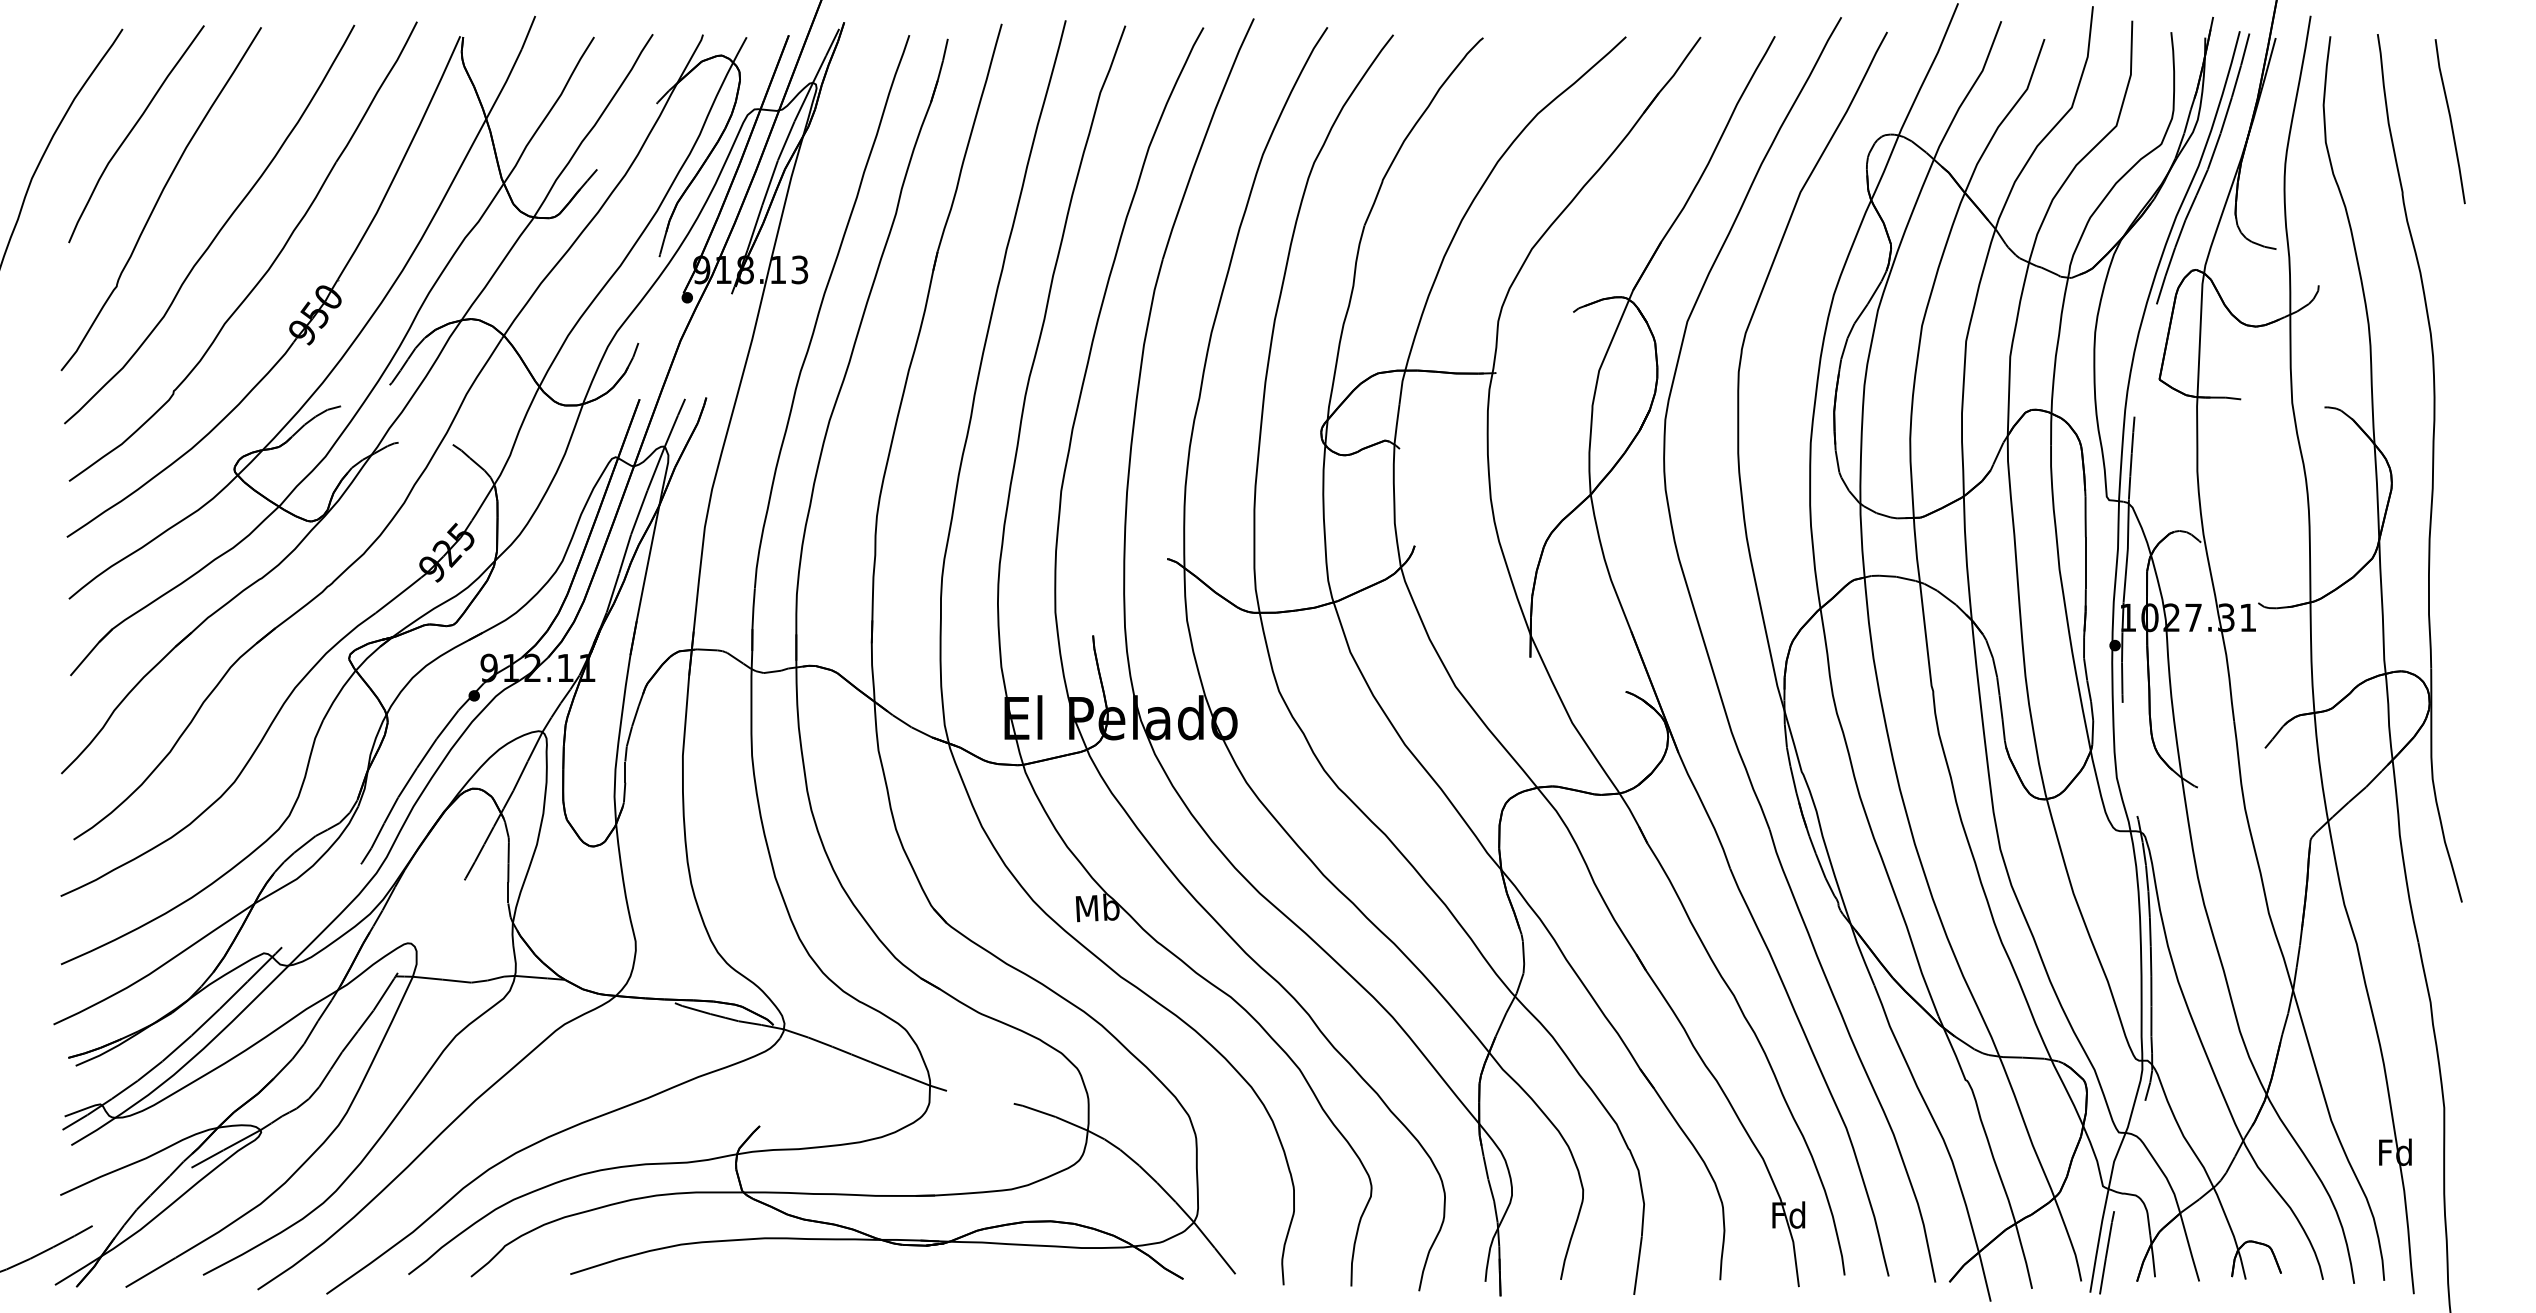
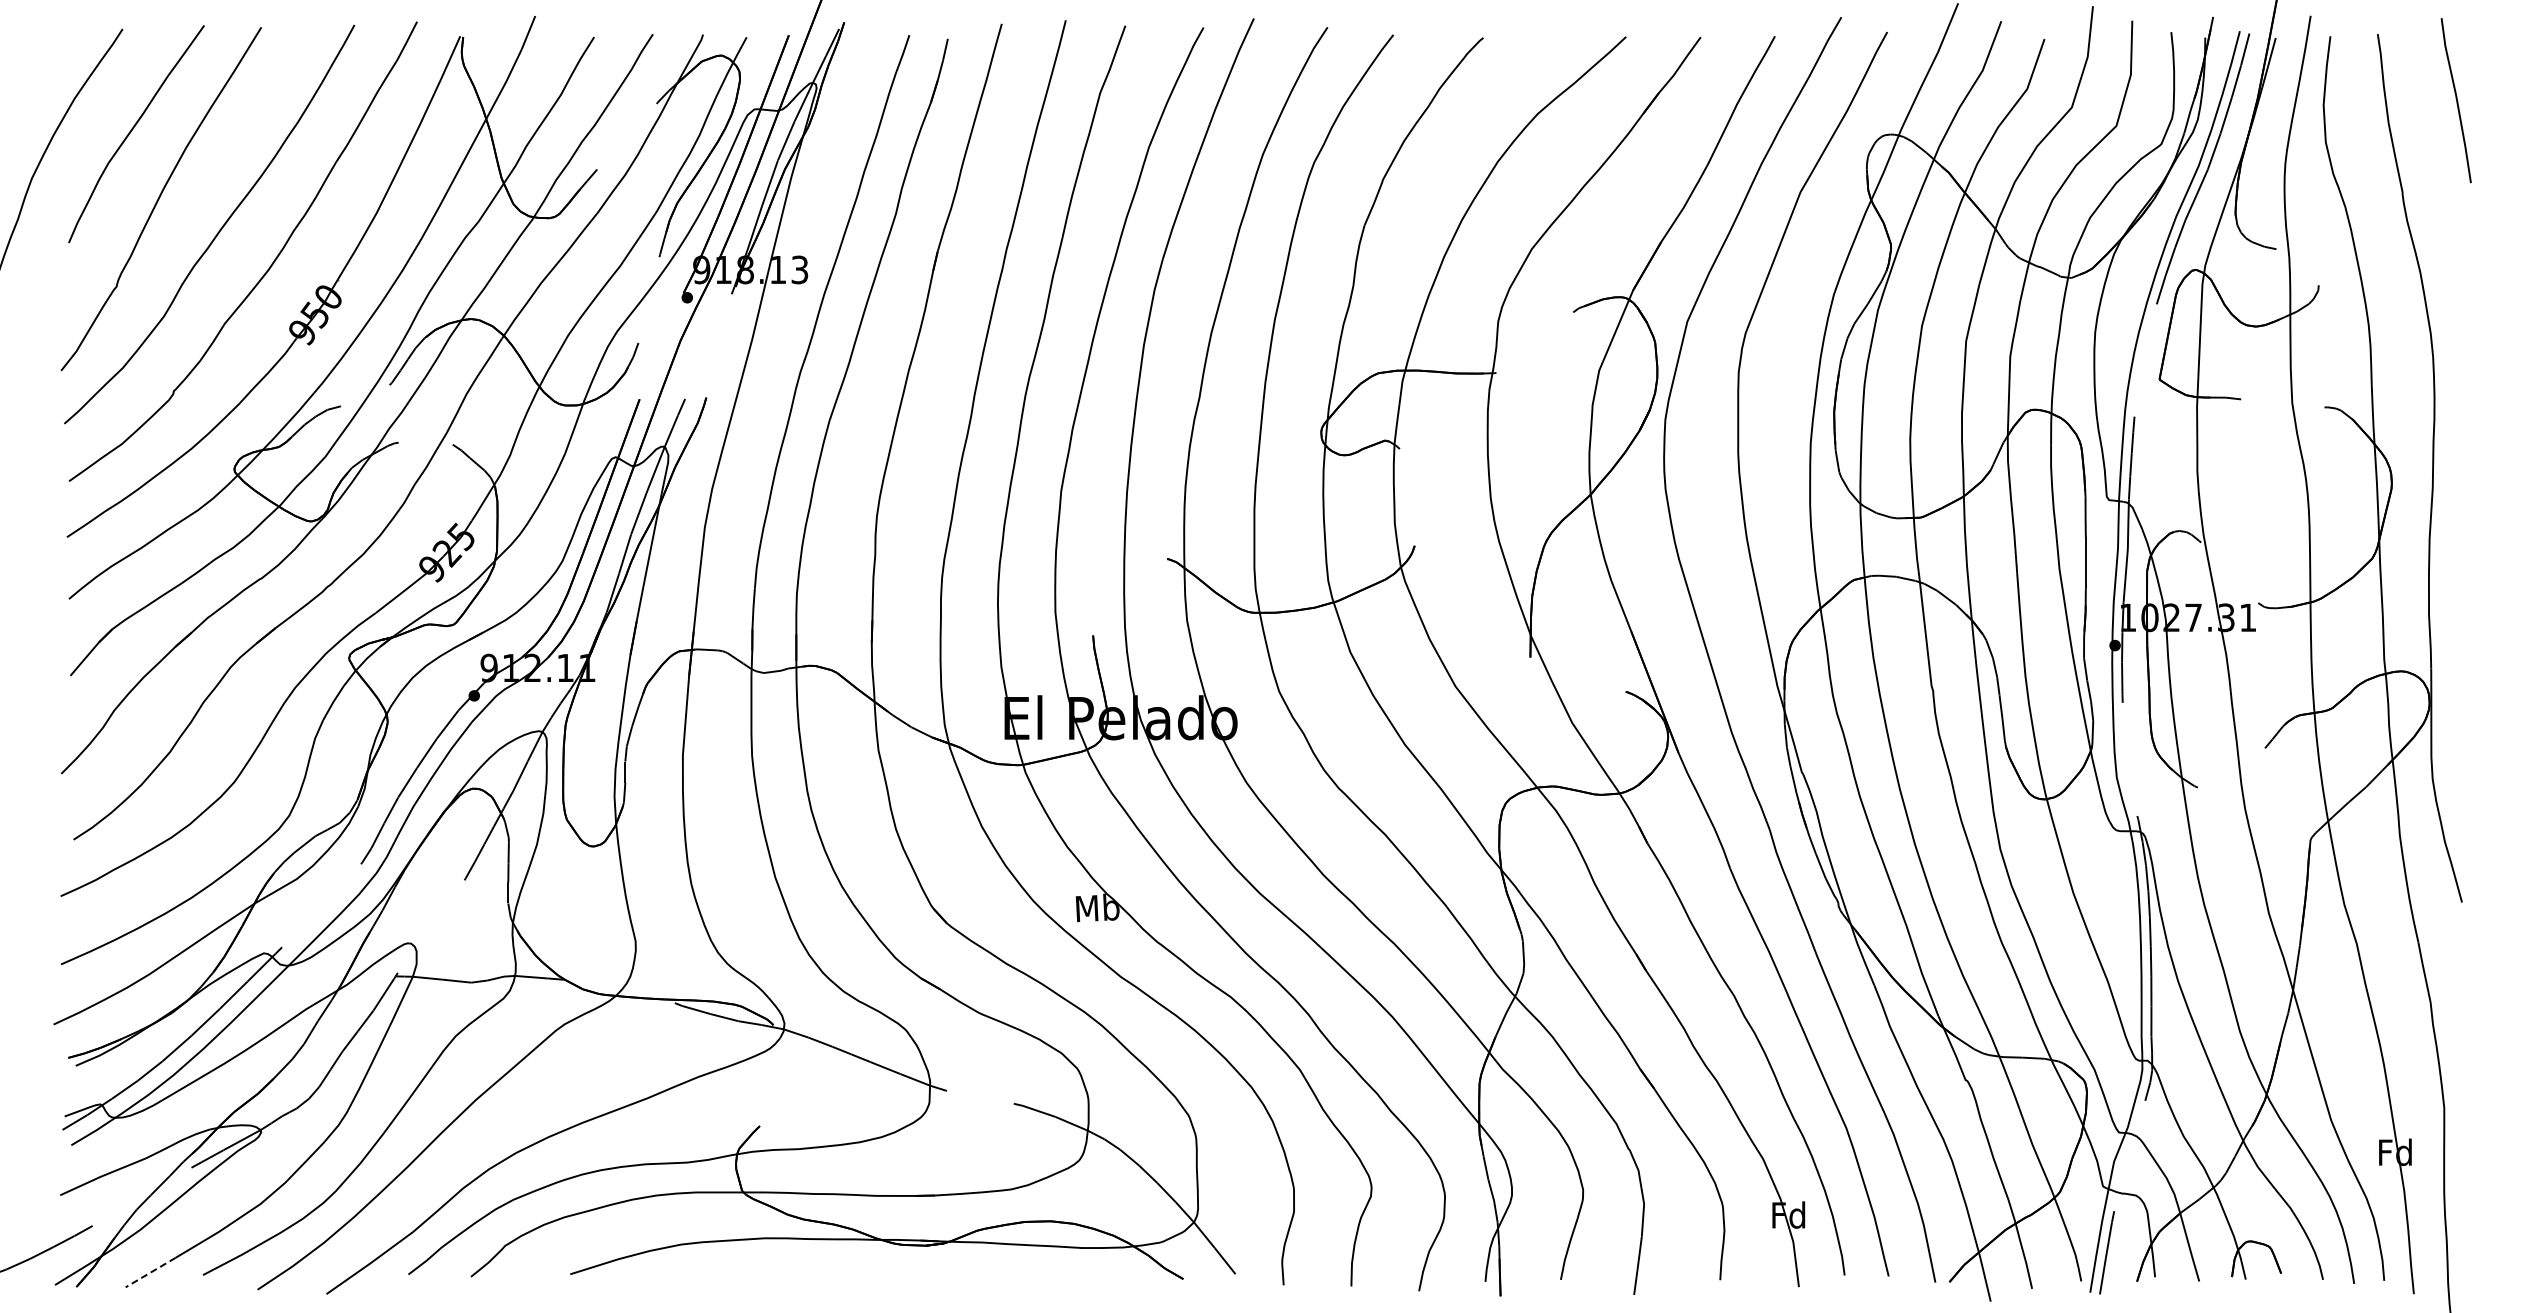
curve at (2450, 121) position: (2450, 121) -> (2456, 100)
line at (150, 1272): solid -> dashed
